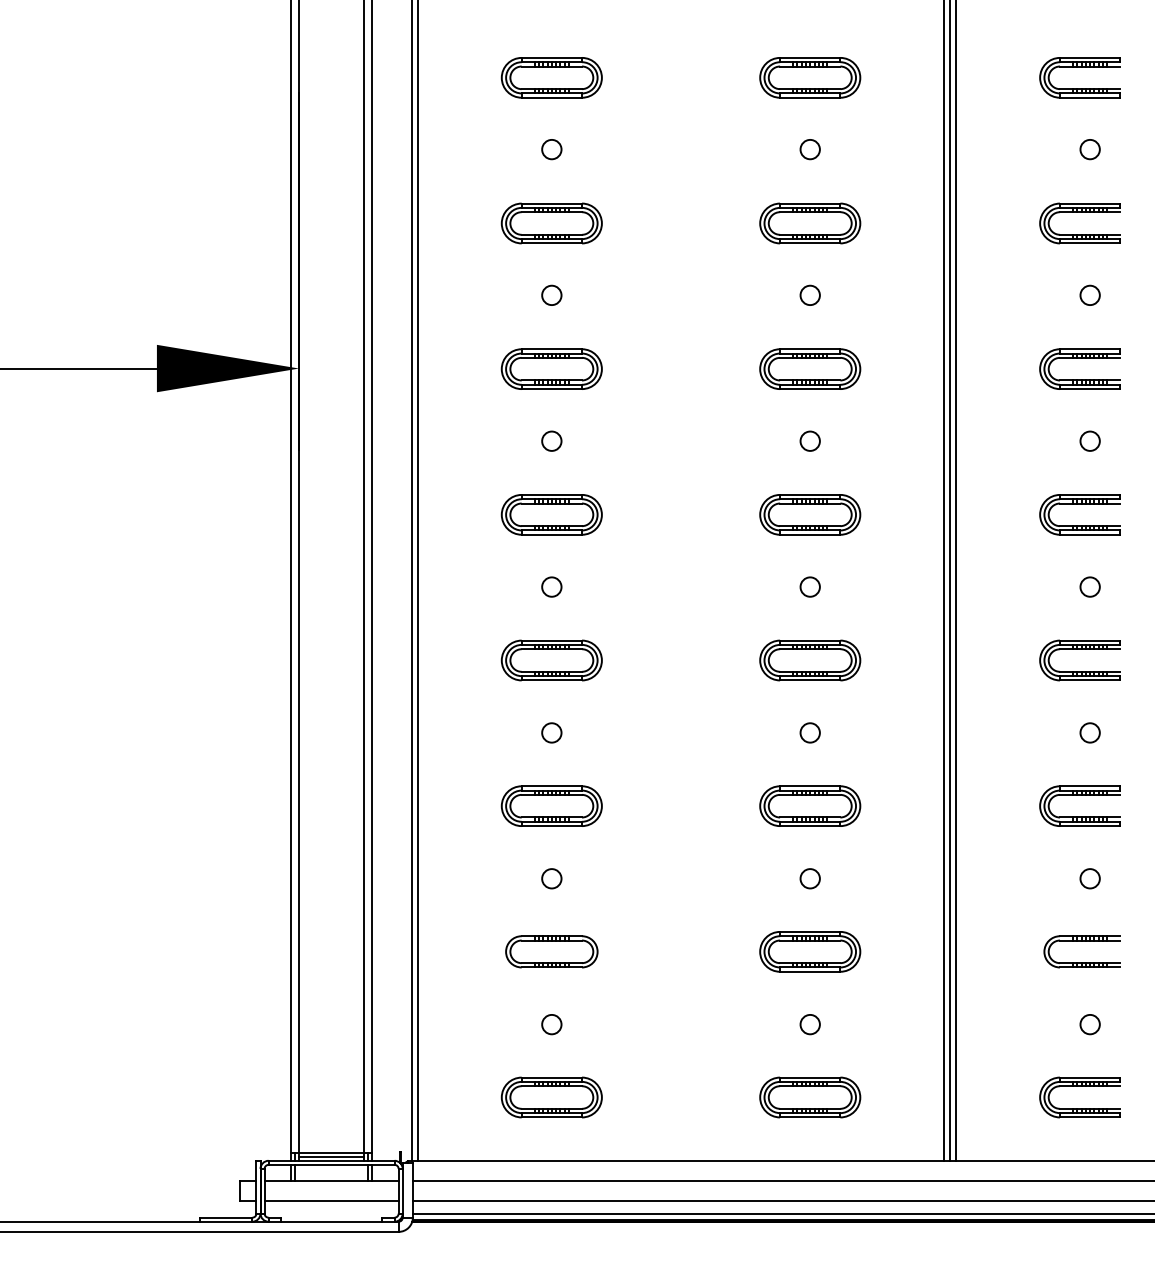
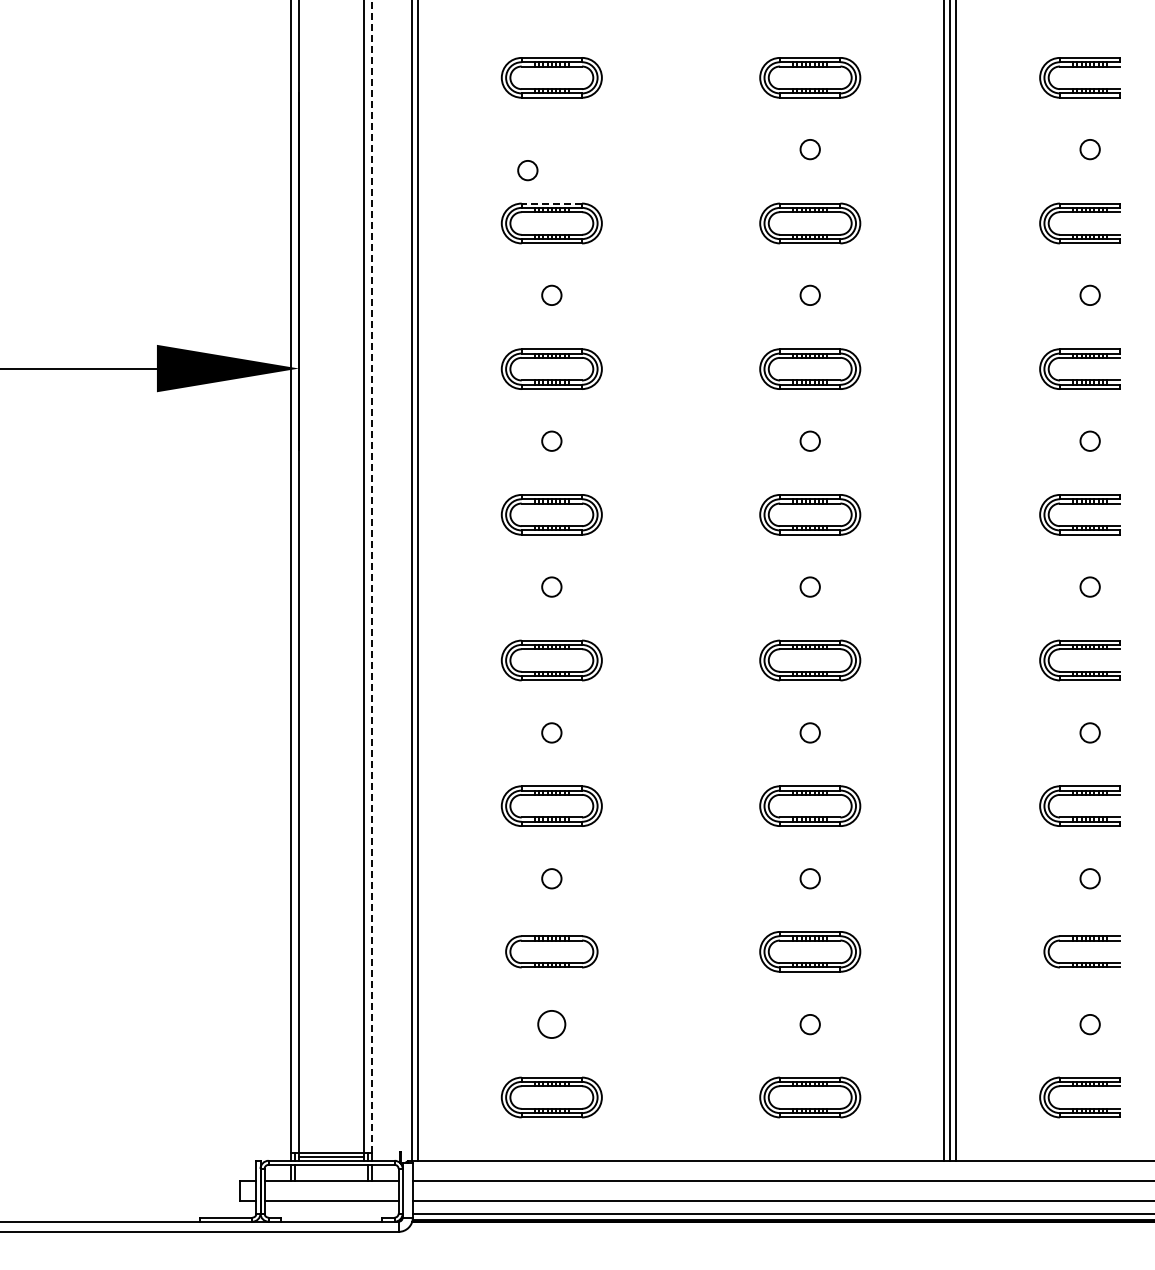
circle at (551, 149) position: (551, 149) -> (527, 170)
line at (551, 203): solid -> dashed
line at (372, 576): solid -> dashed
circle at (551, 1024) size: 22x22 px -> 30x29 px
